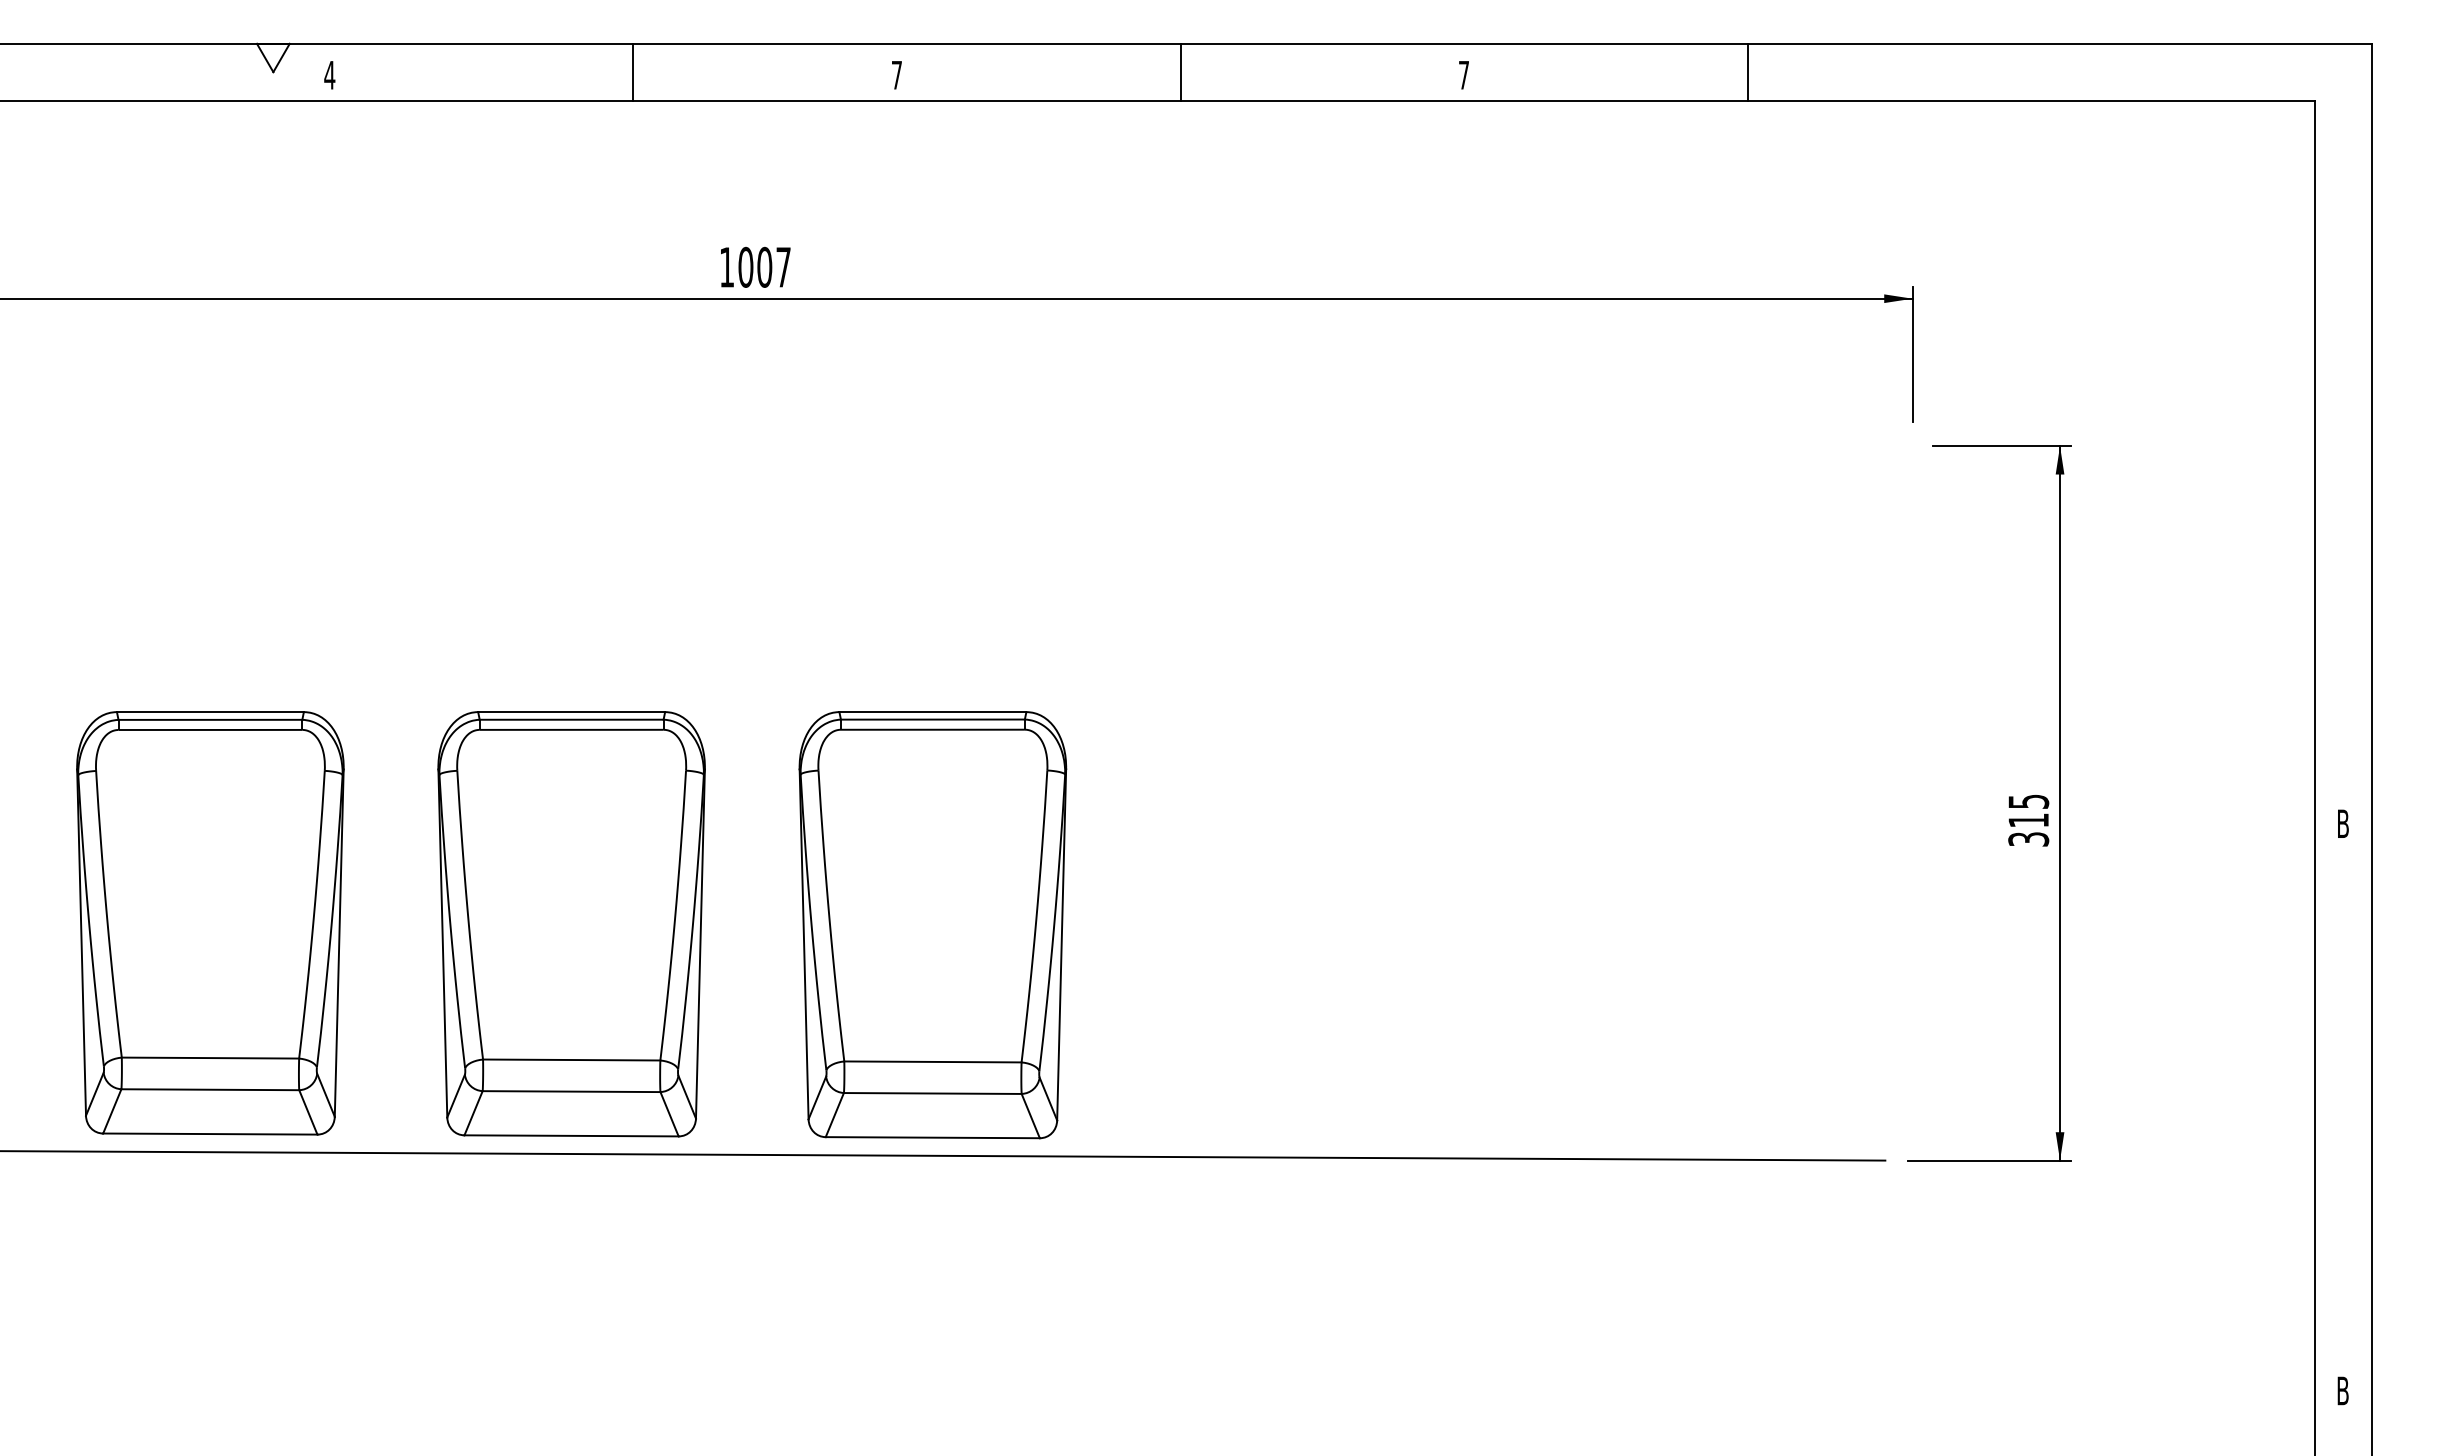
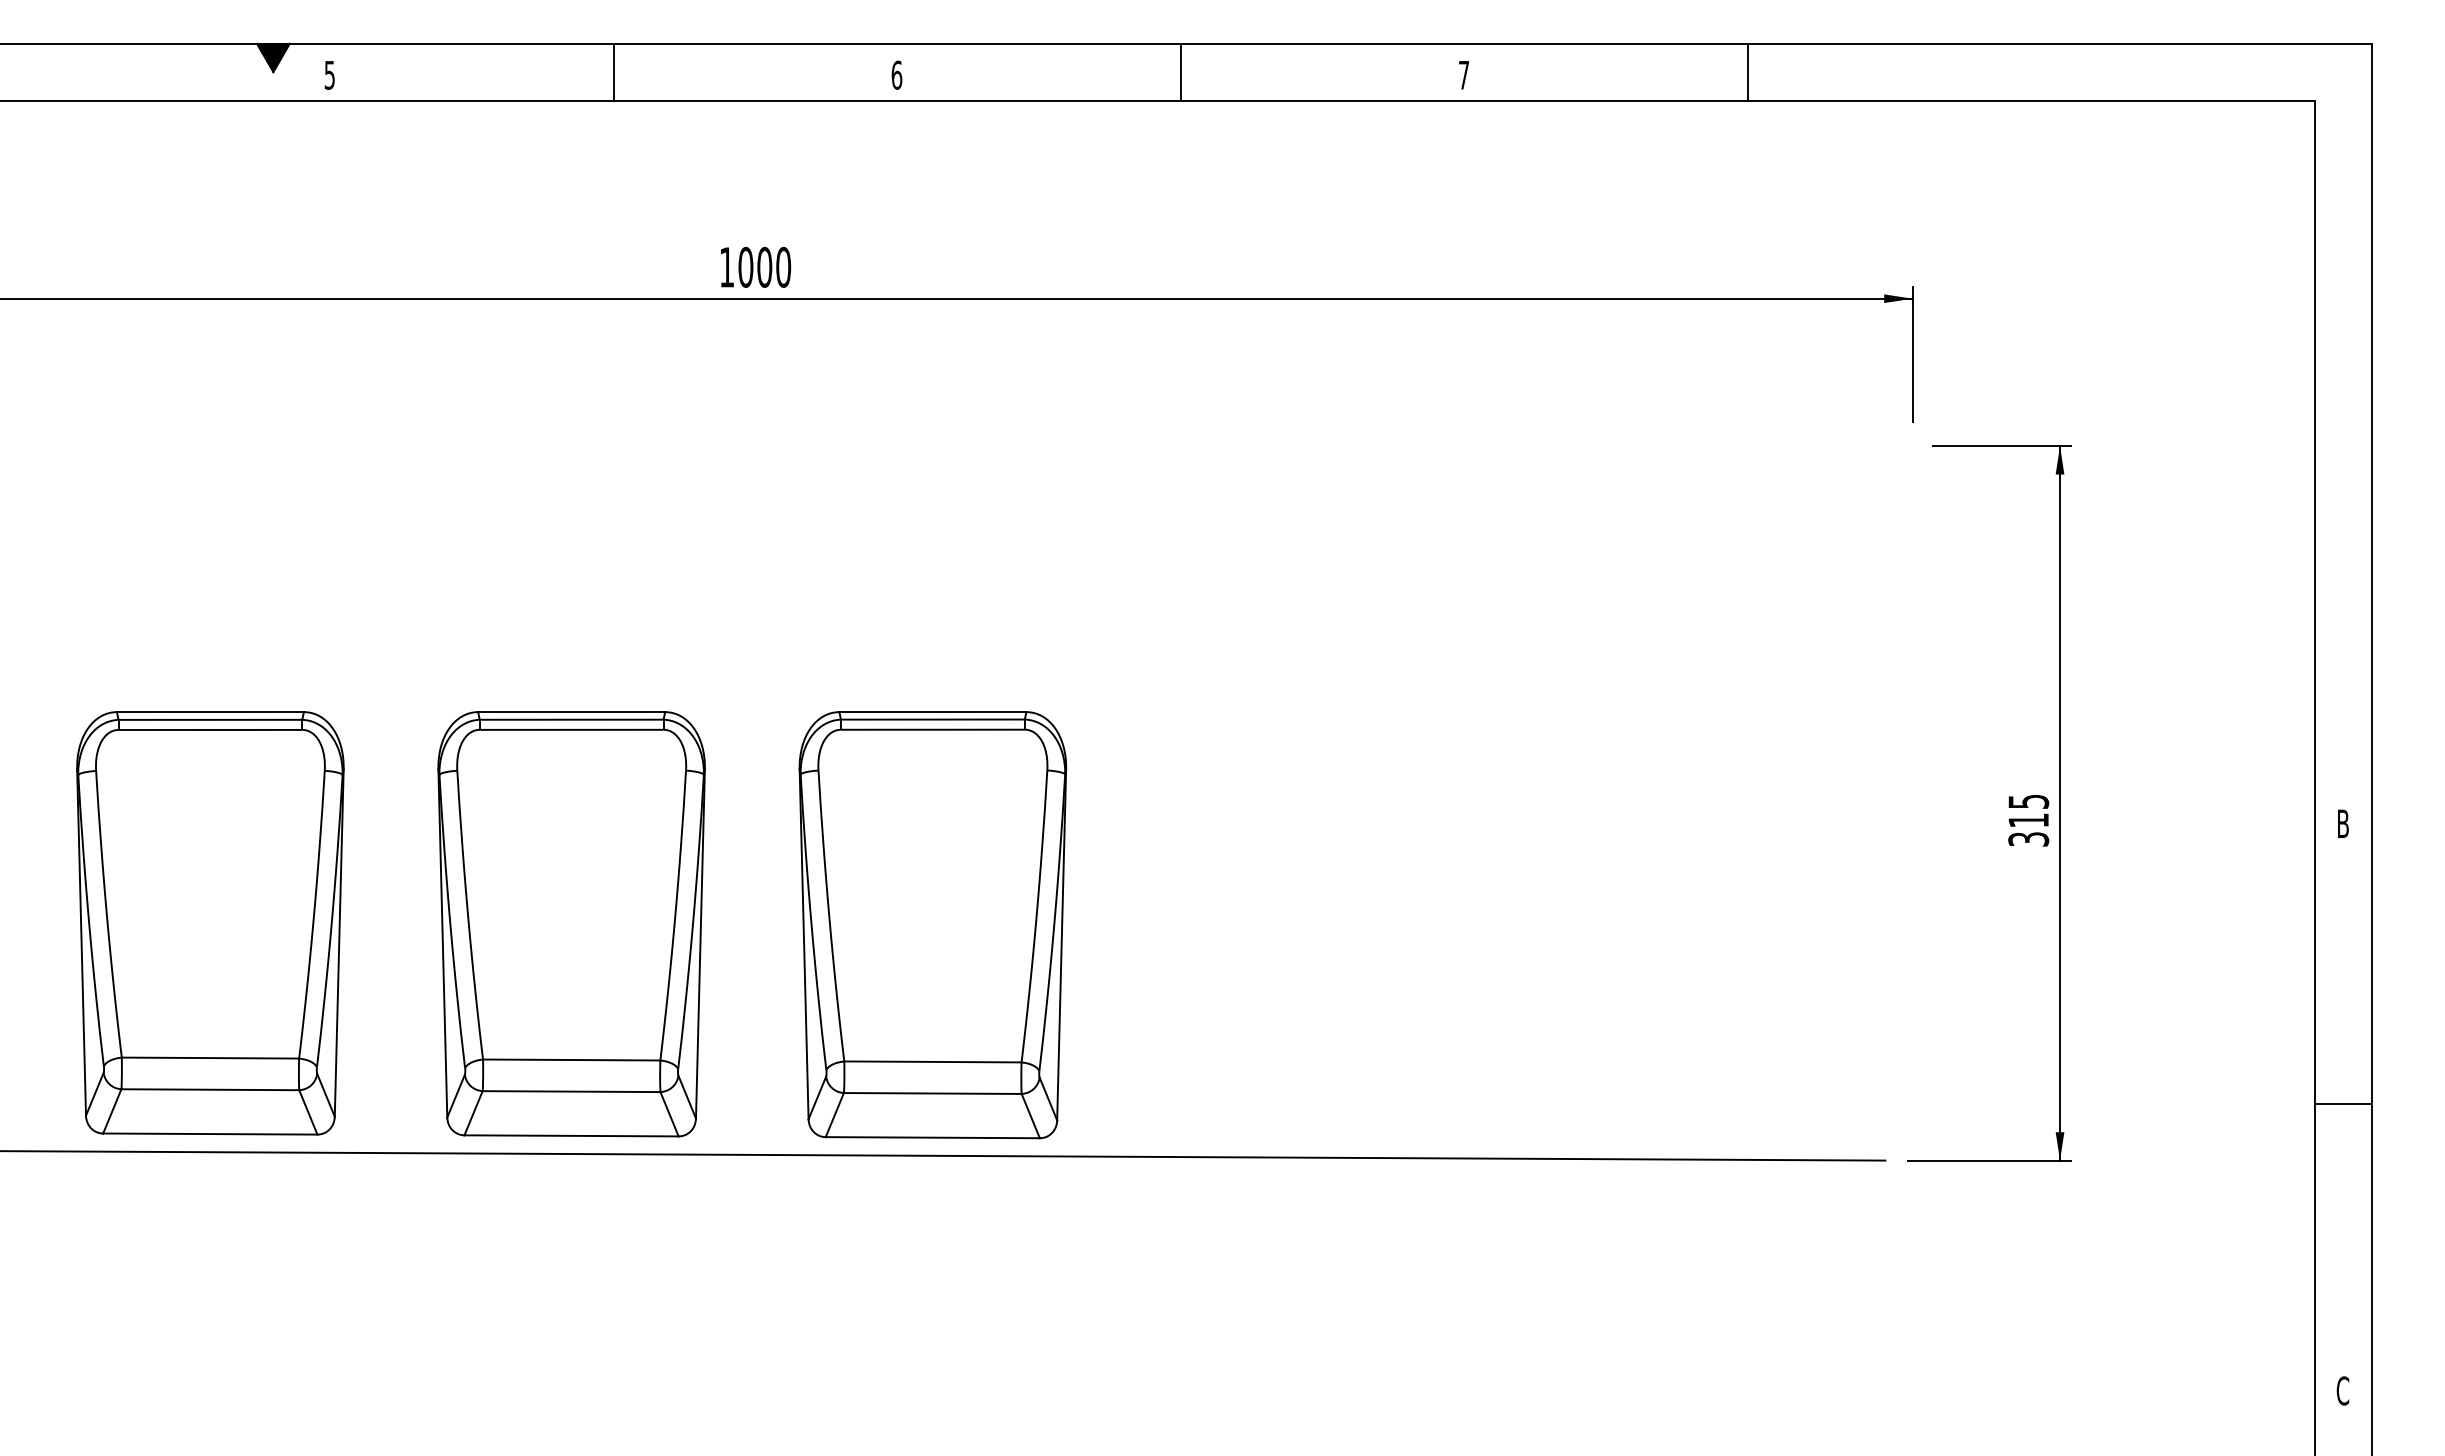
fill at (273, 57): none -> present
line at (632, 71) position: (632, 71) -> (613, 71)
text at (896, 74): 7 -> 6
text at (329, 75): 4 -> 5
text at (783, 266): 1007 -> 1000
line at (2342, 1104): none -> present
text at (2342, 1390): B -> C
